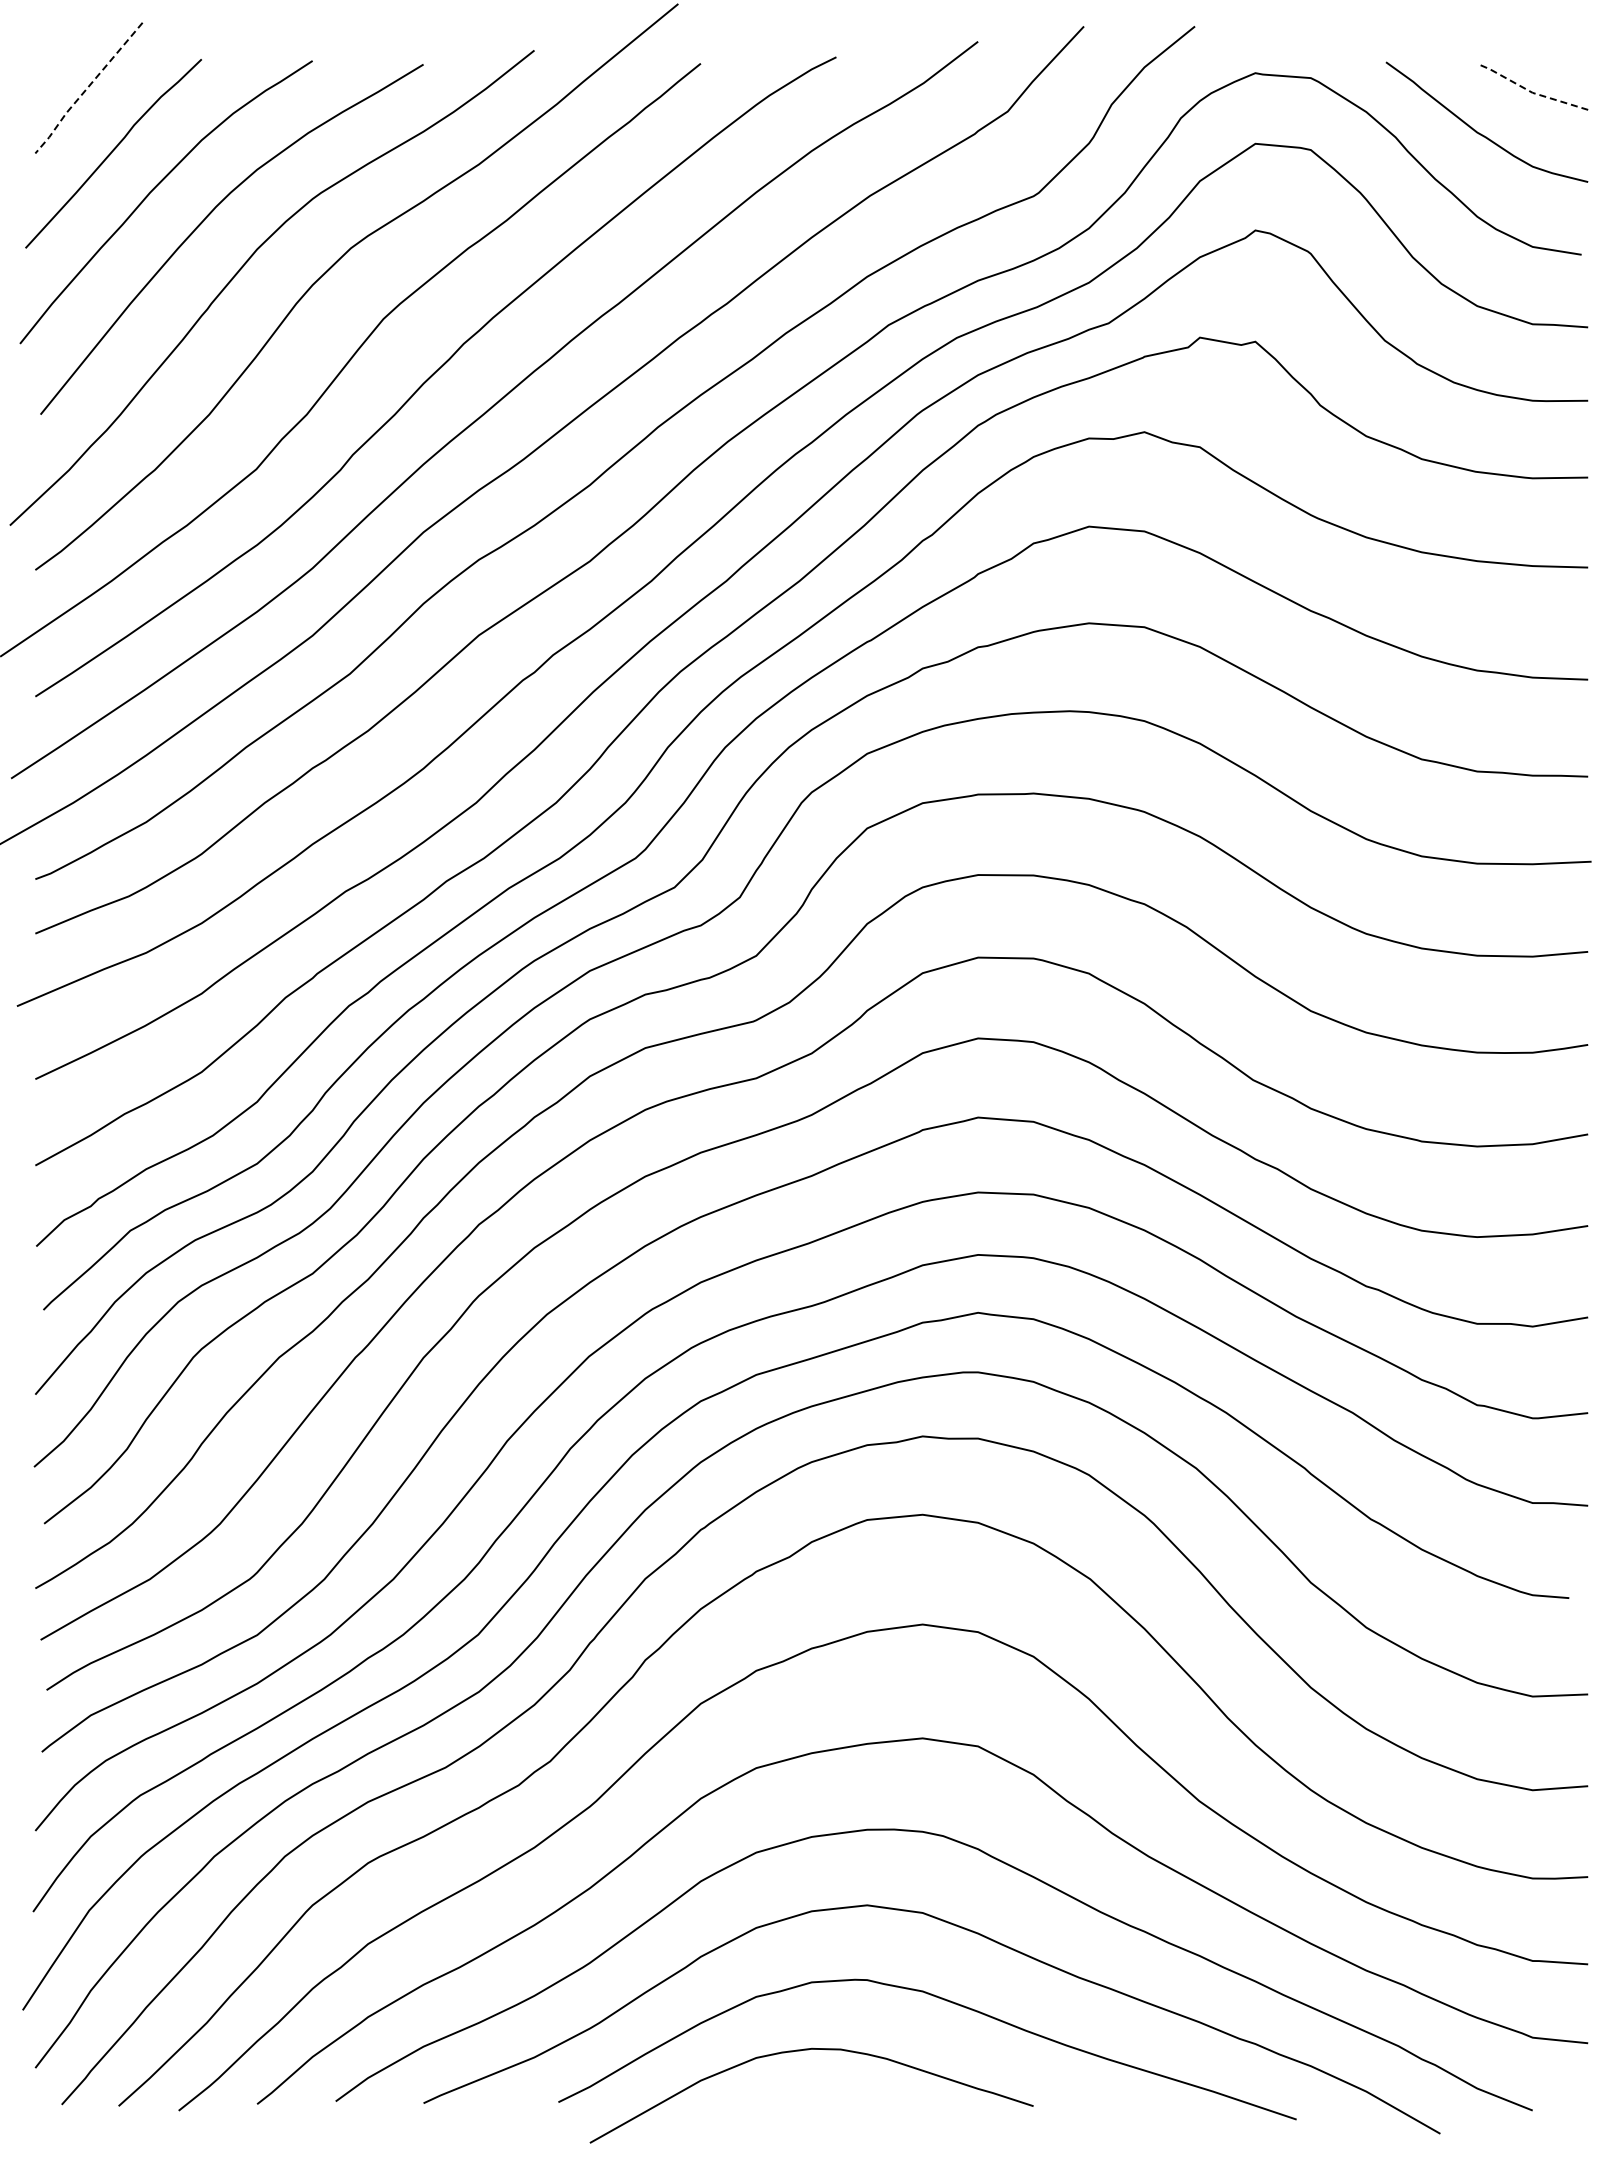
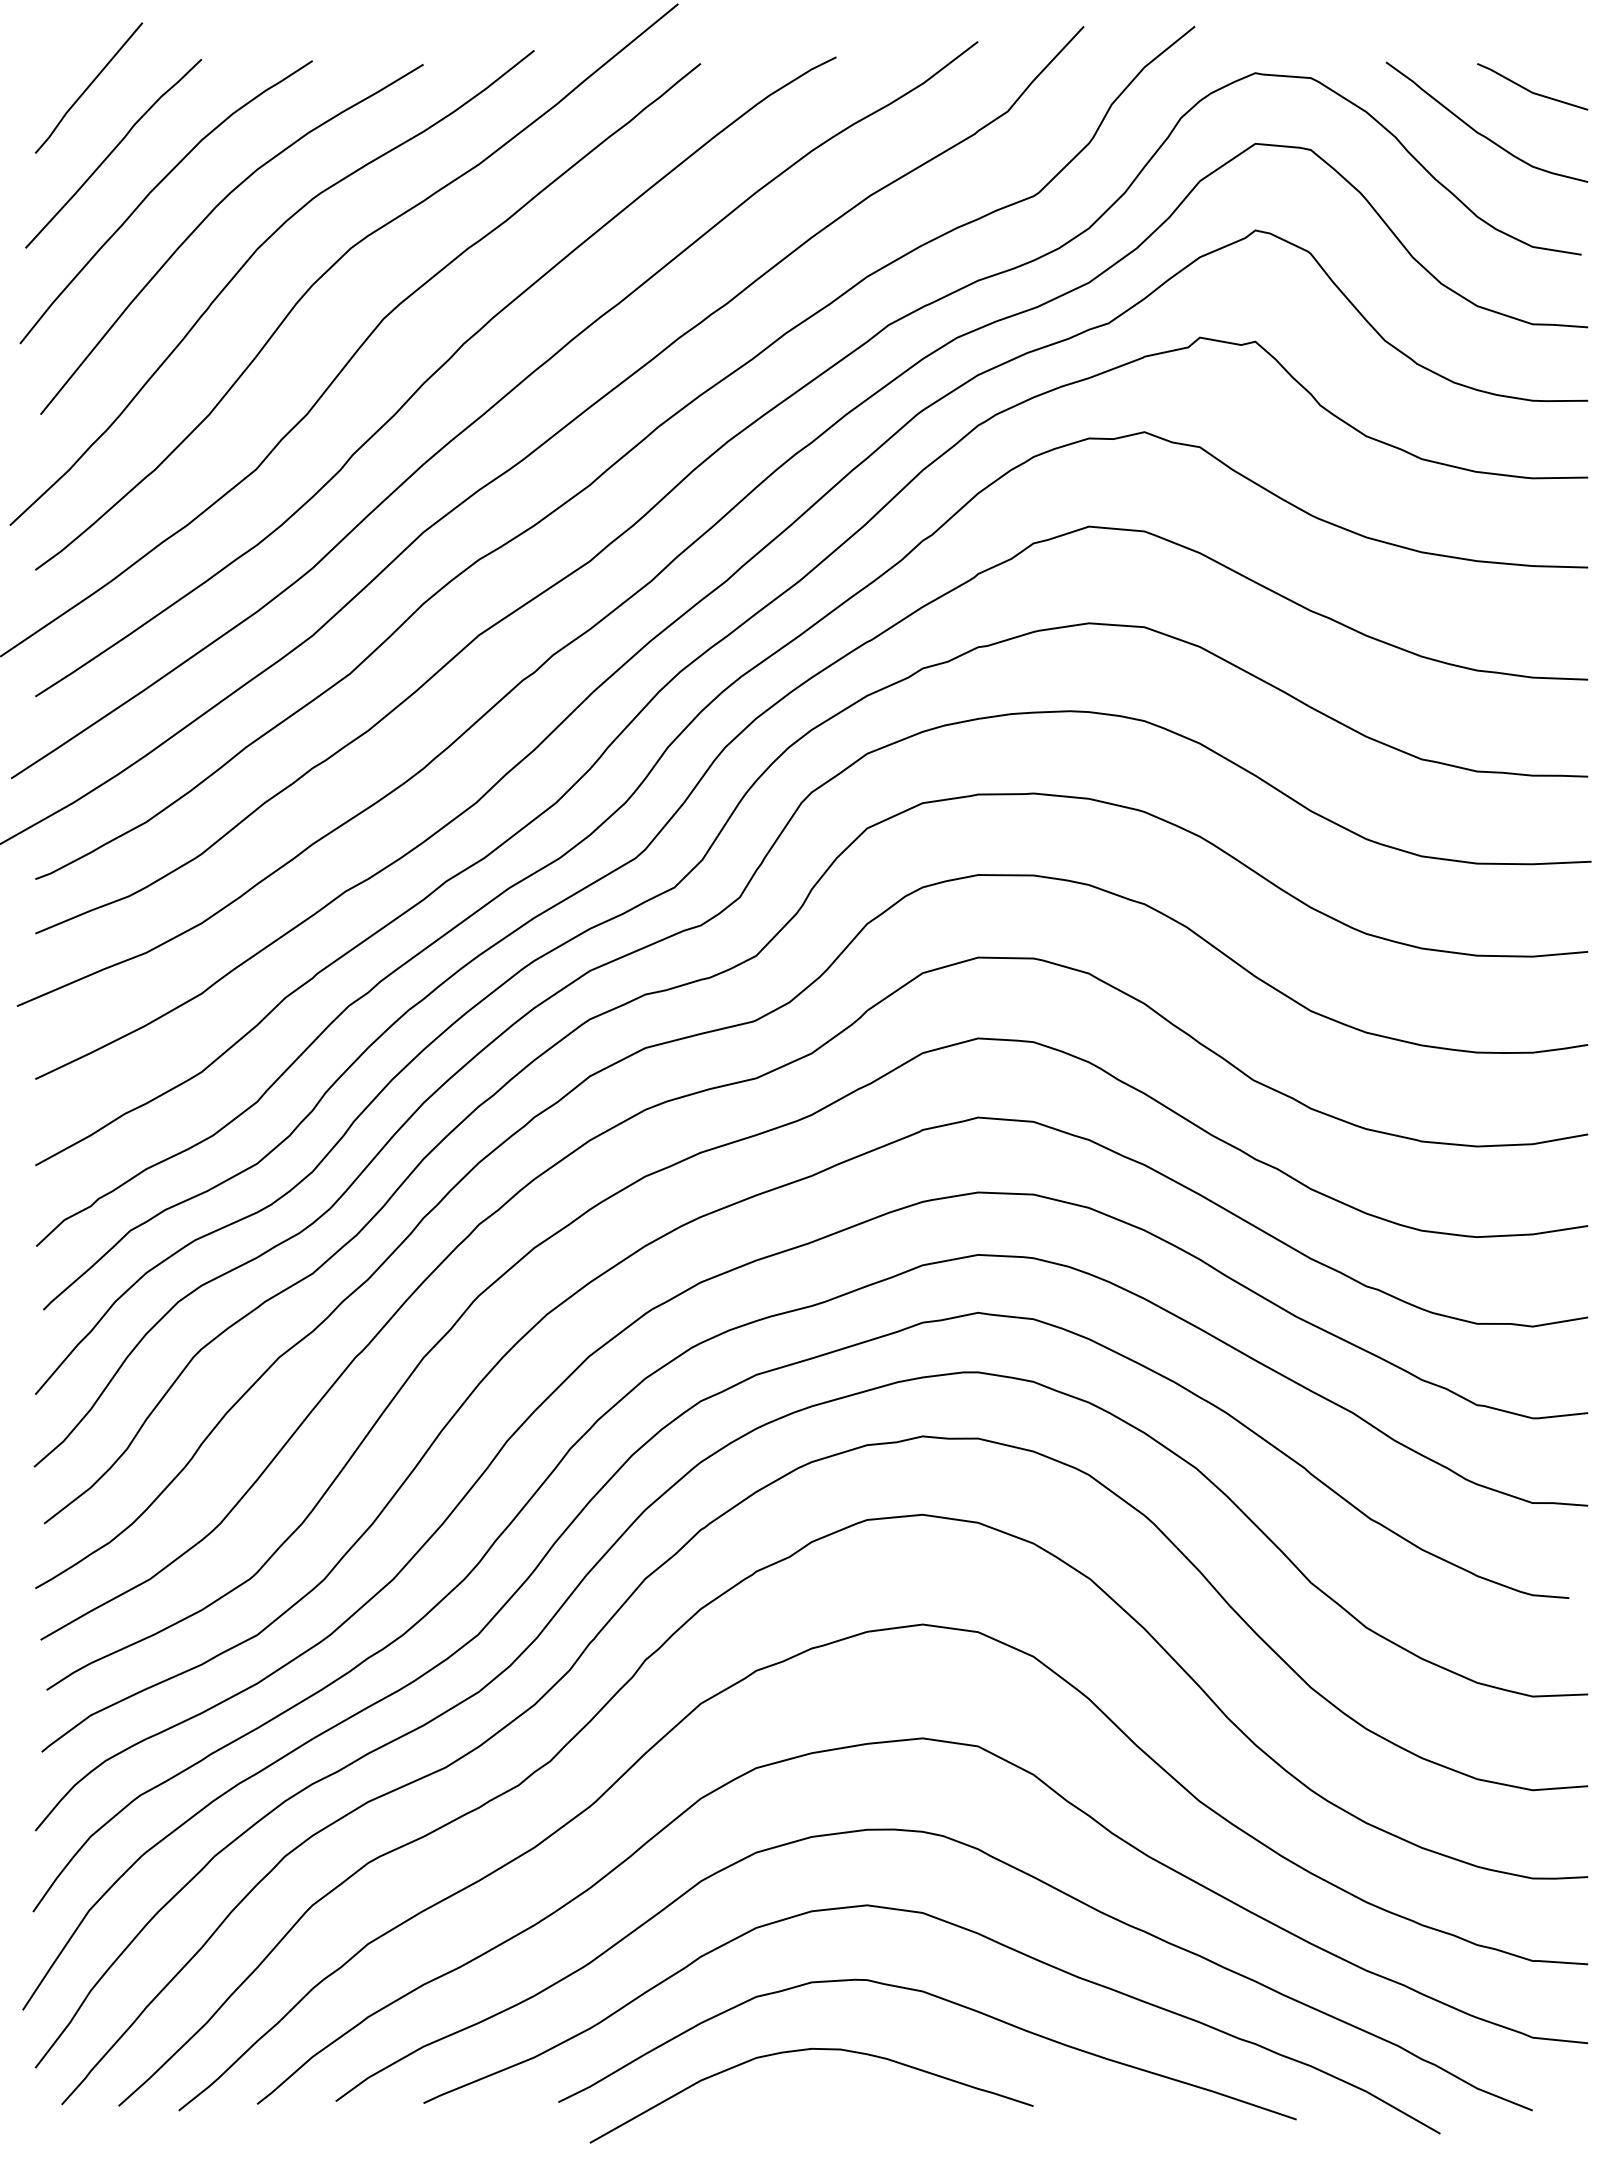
line at (86, 88): dashed -> solid
line at (1530, 91): dashed -> solid
